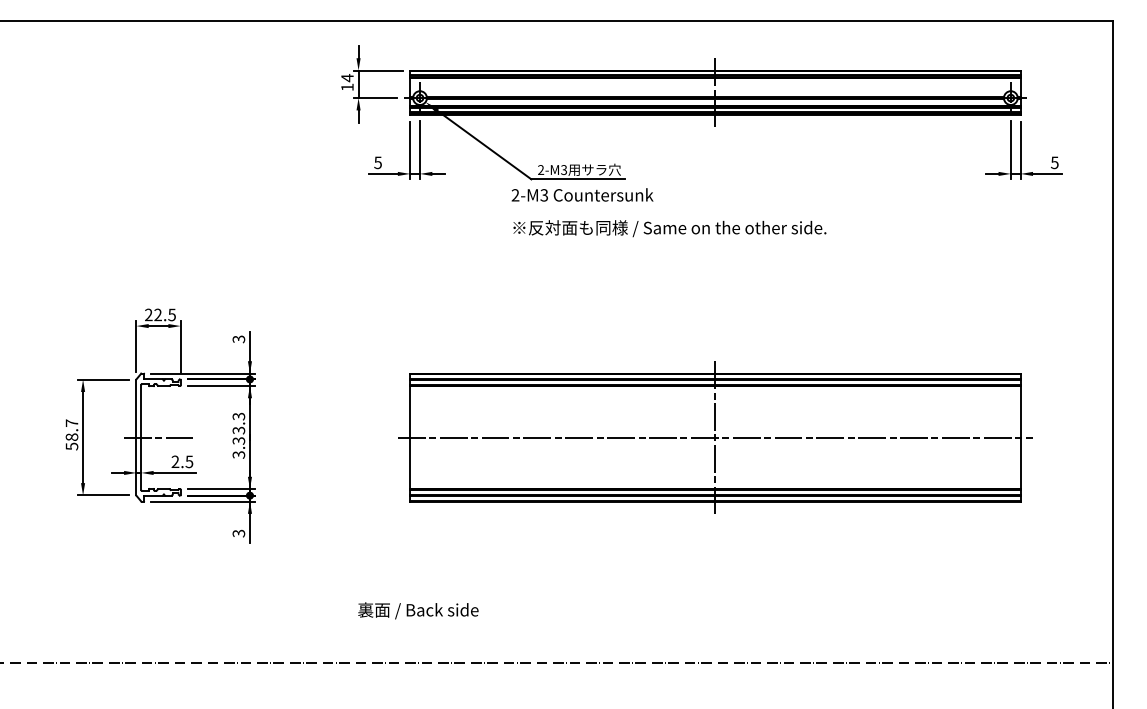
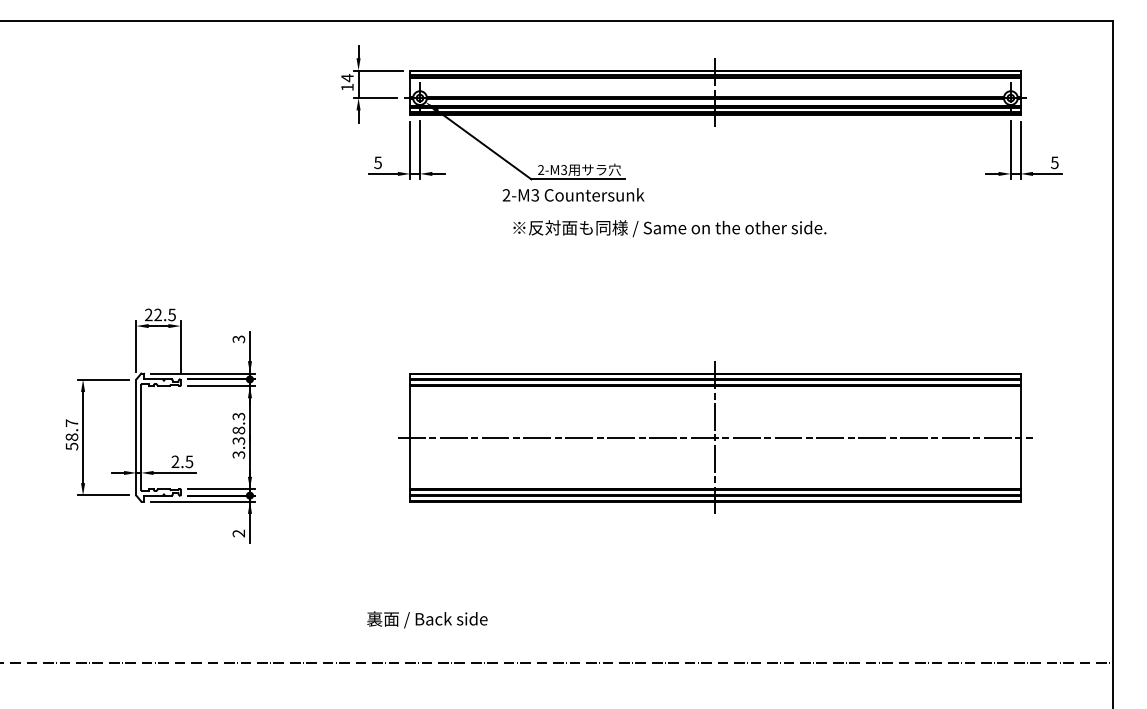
text at (582, 194) position: (582, 194) -> (573, 194)
text at (238, 430): 3.3 -> 8.3
line at (158, 437): present -> none
text at (239, 533): 3 -> 2
text at (418, 610) position: (418, 610) -> (427, 619)
